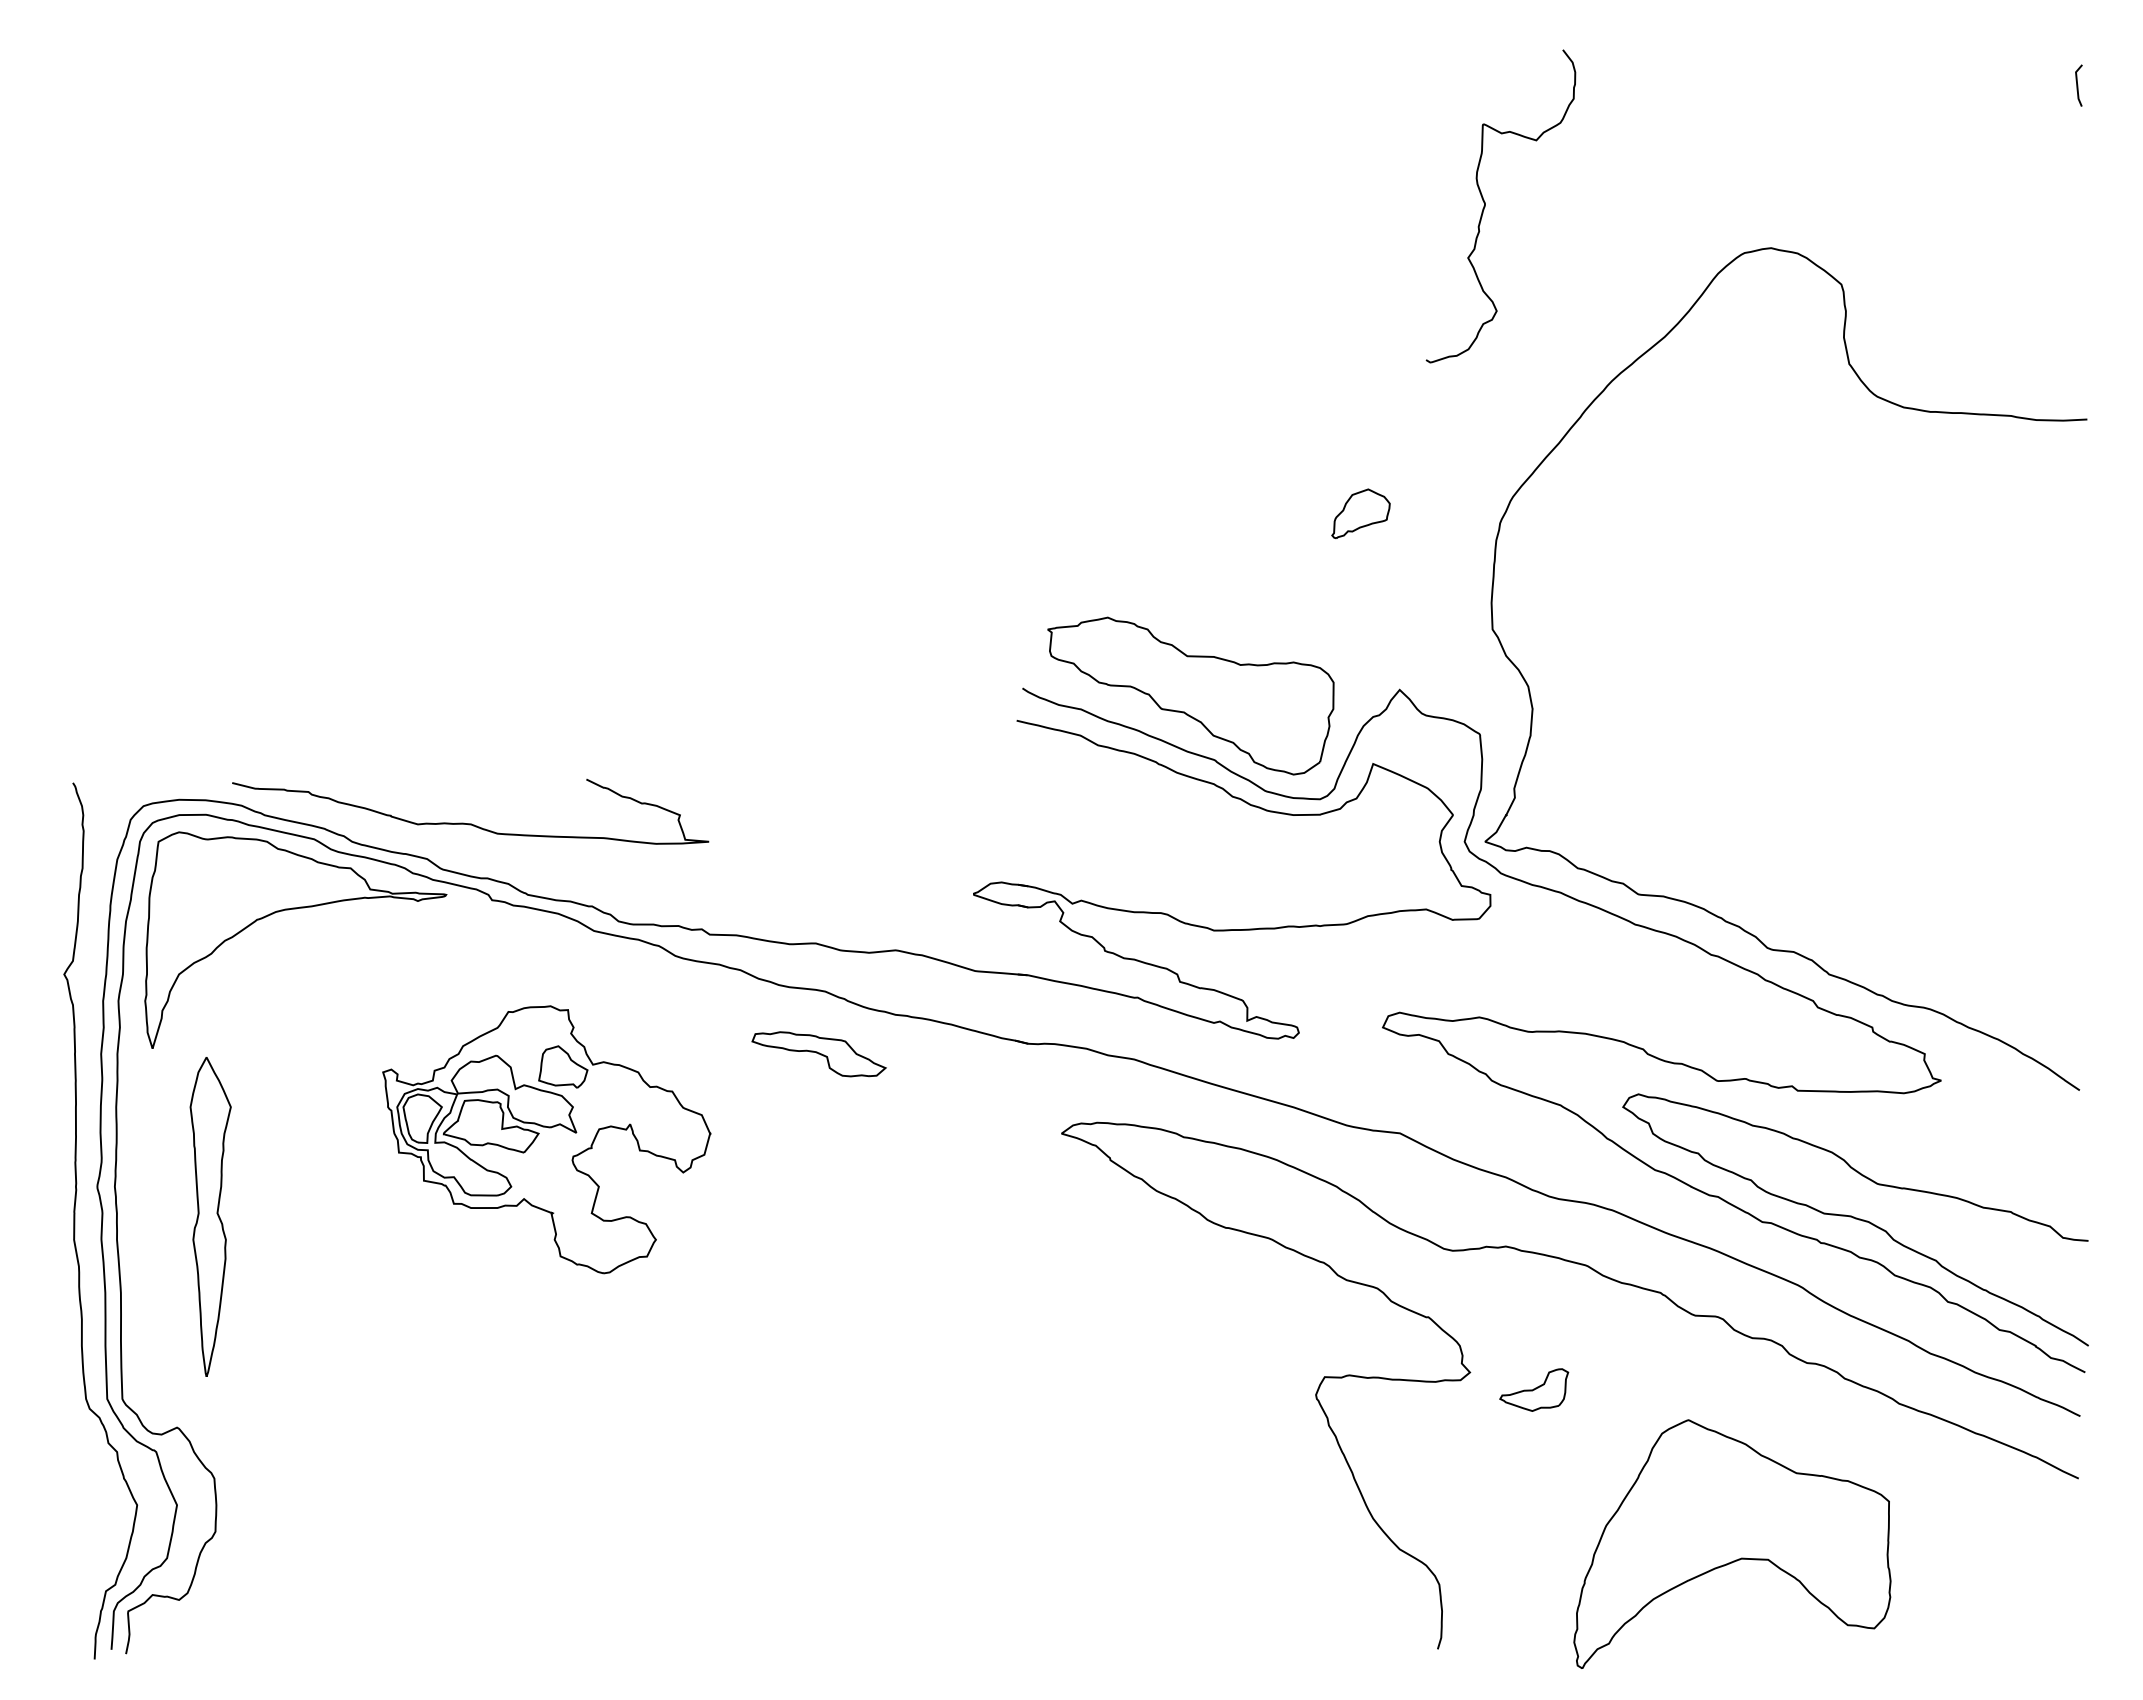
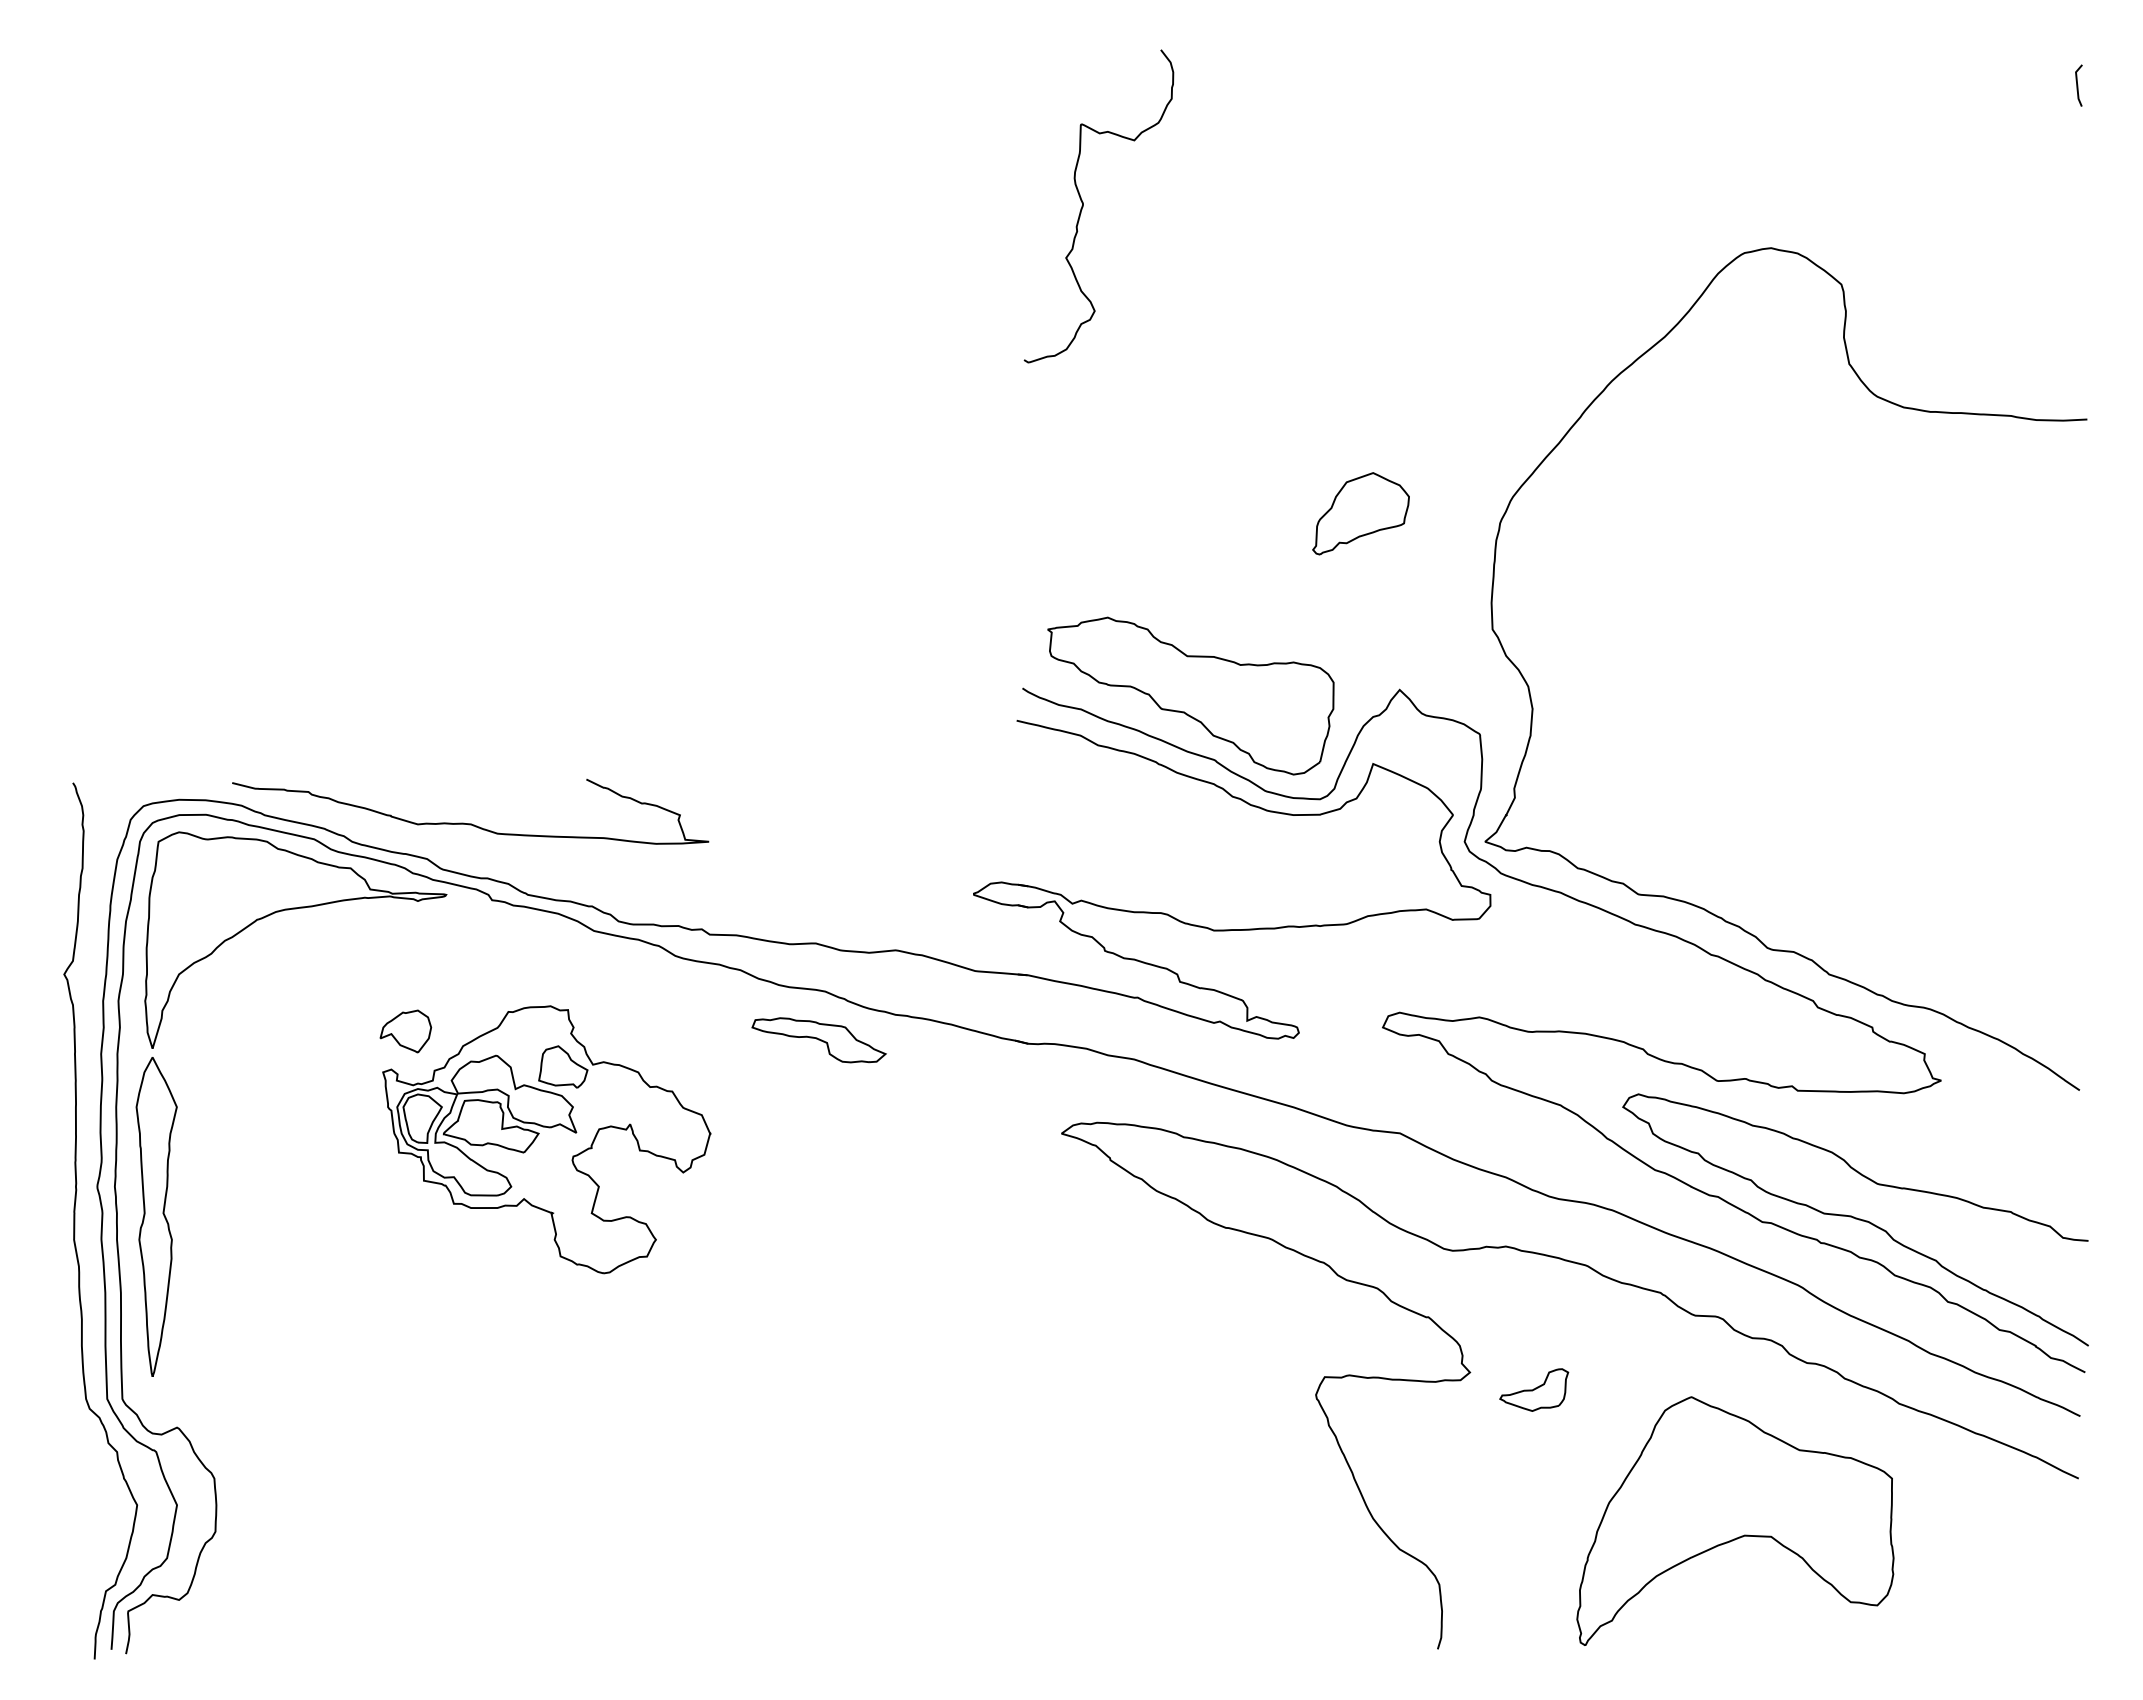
curve at (1485, 206) position: (1485, 206) -> (1083, 206)
part at (1360, 513) size: 60x52 px -> 98x84 px
part at (405, 1031): none -> present
part at (818, 1054) position: (818, 1054) -> (818, 1040)
part at (210, 1216) position: (210, 1216) -> (156, 1216)
part at (1732, 1543) position: (1732, 1543) -> (1735, 1520)
